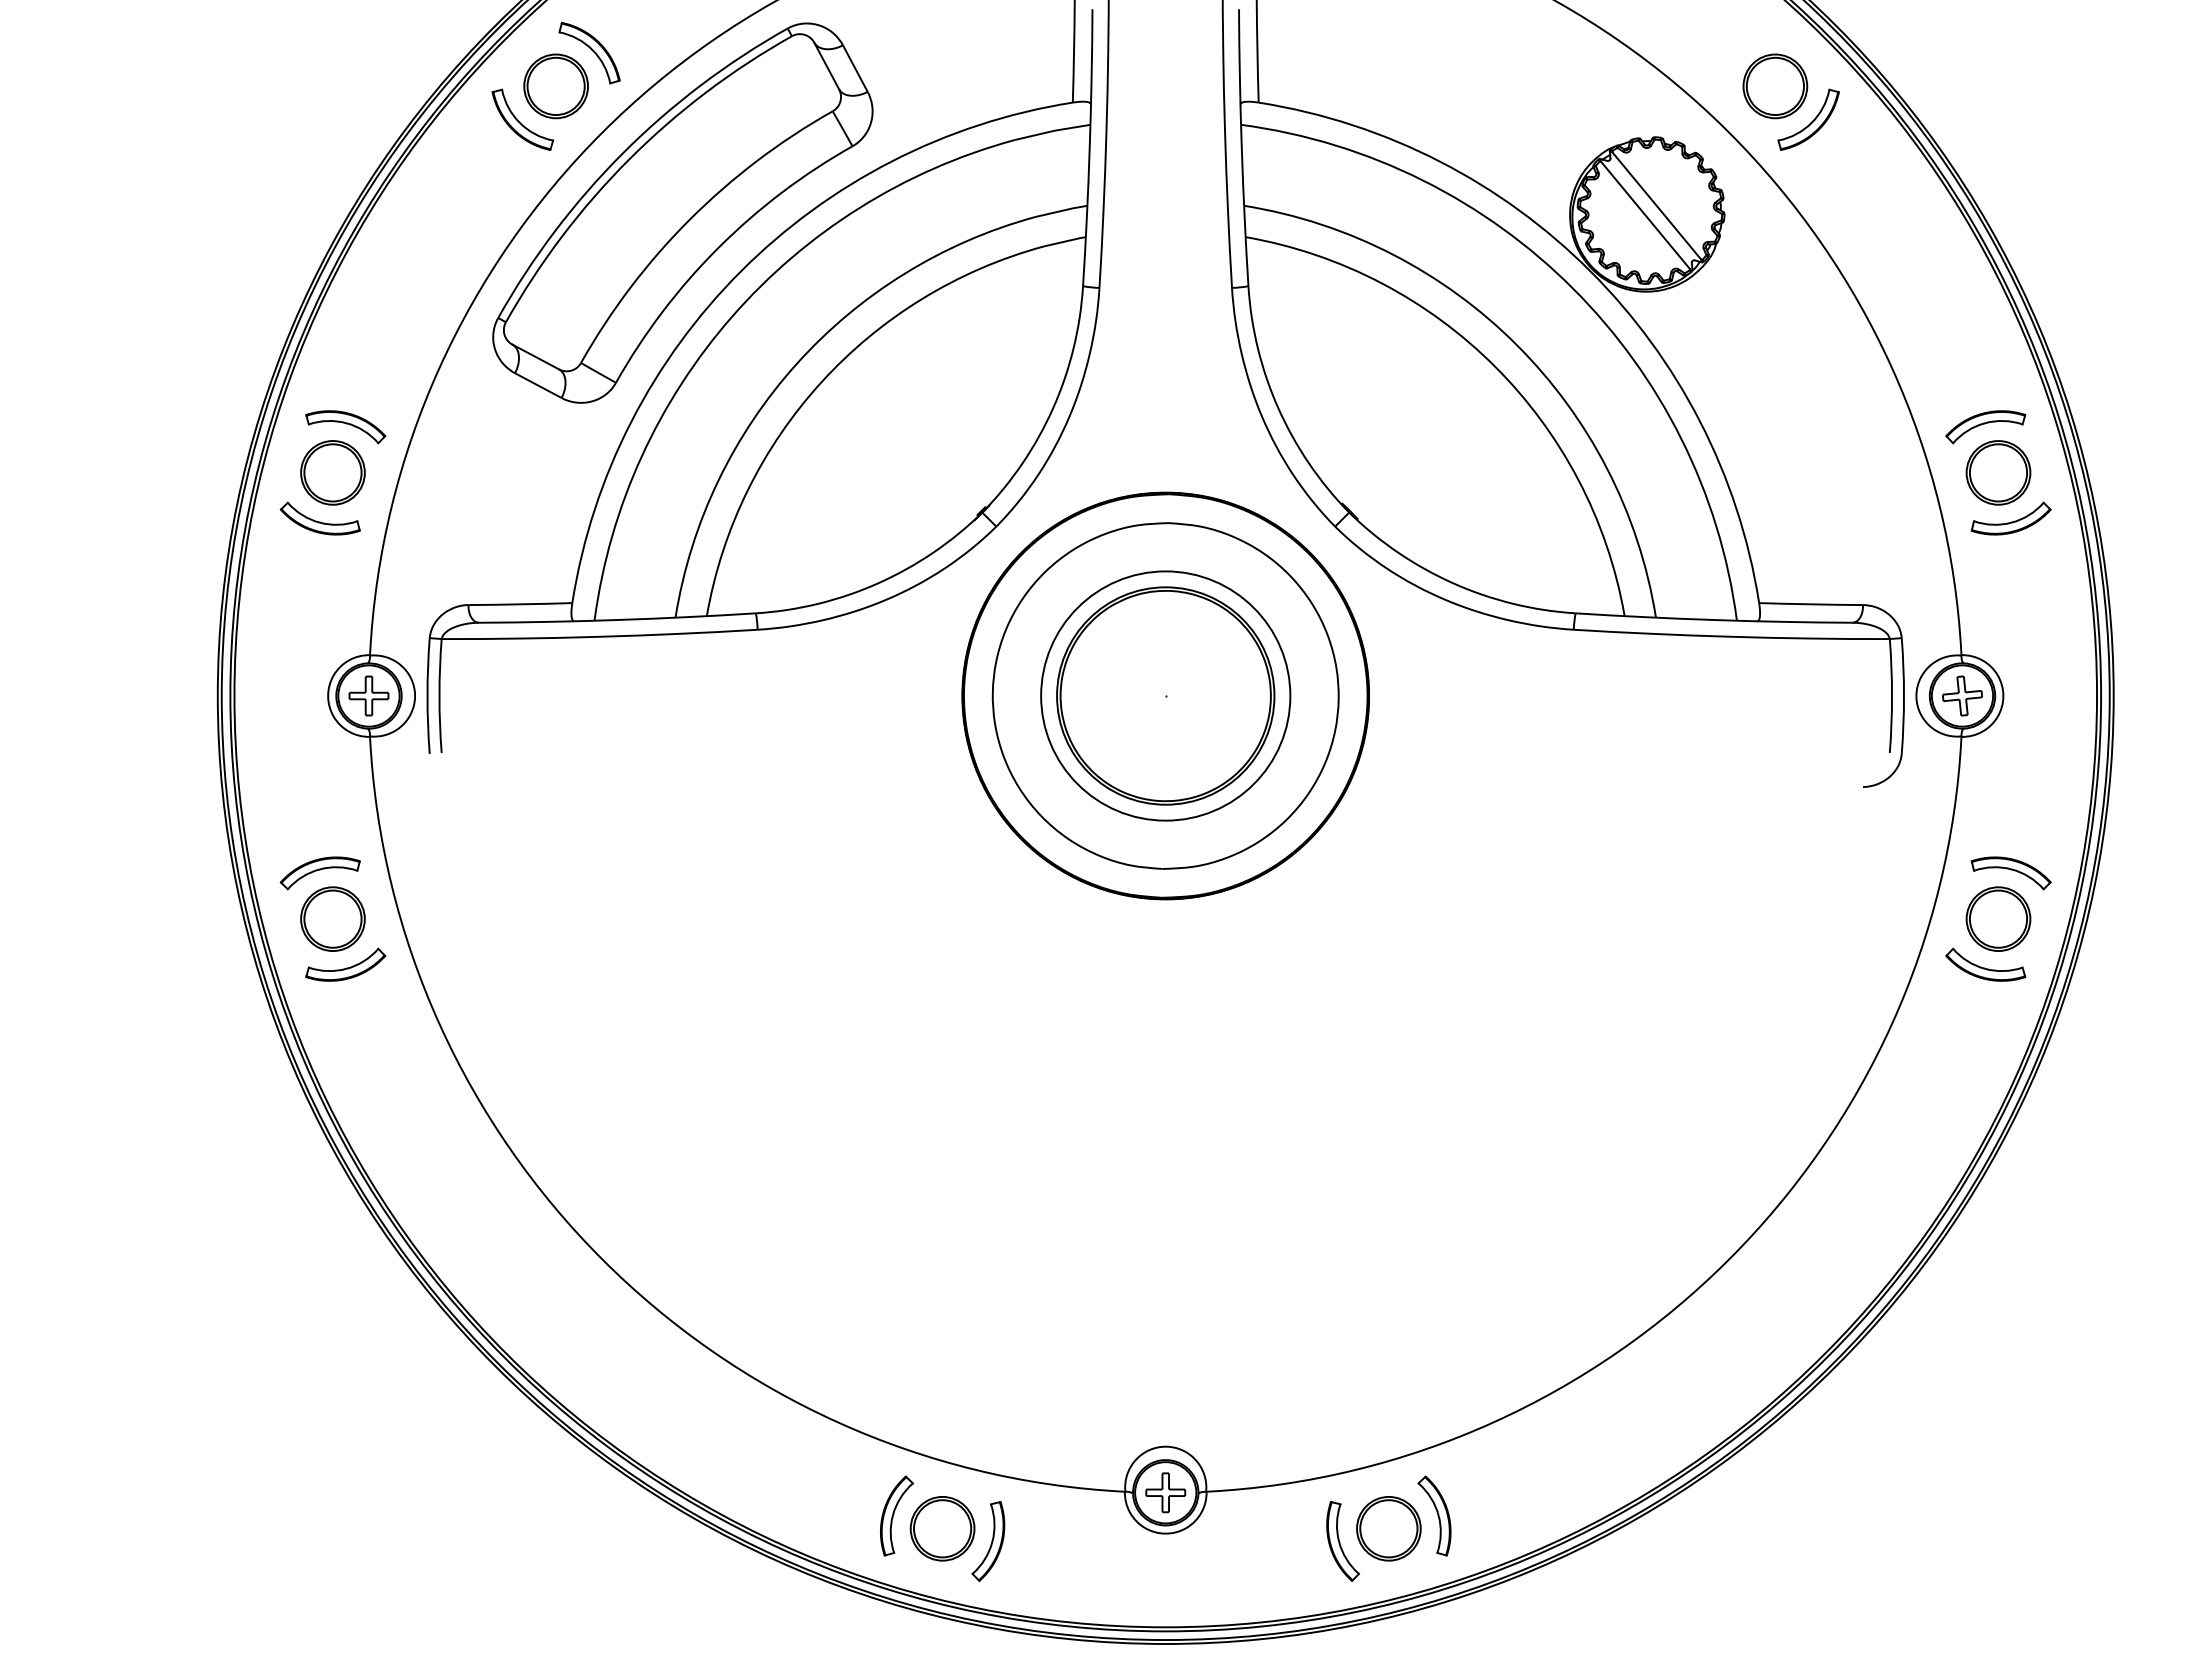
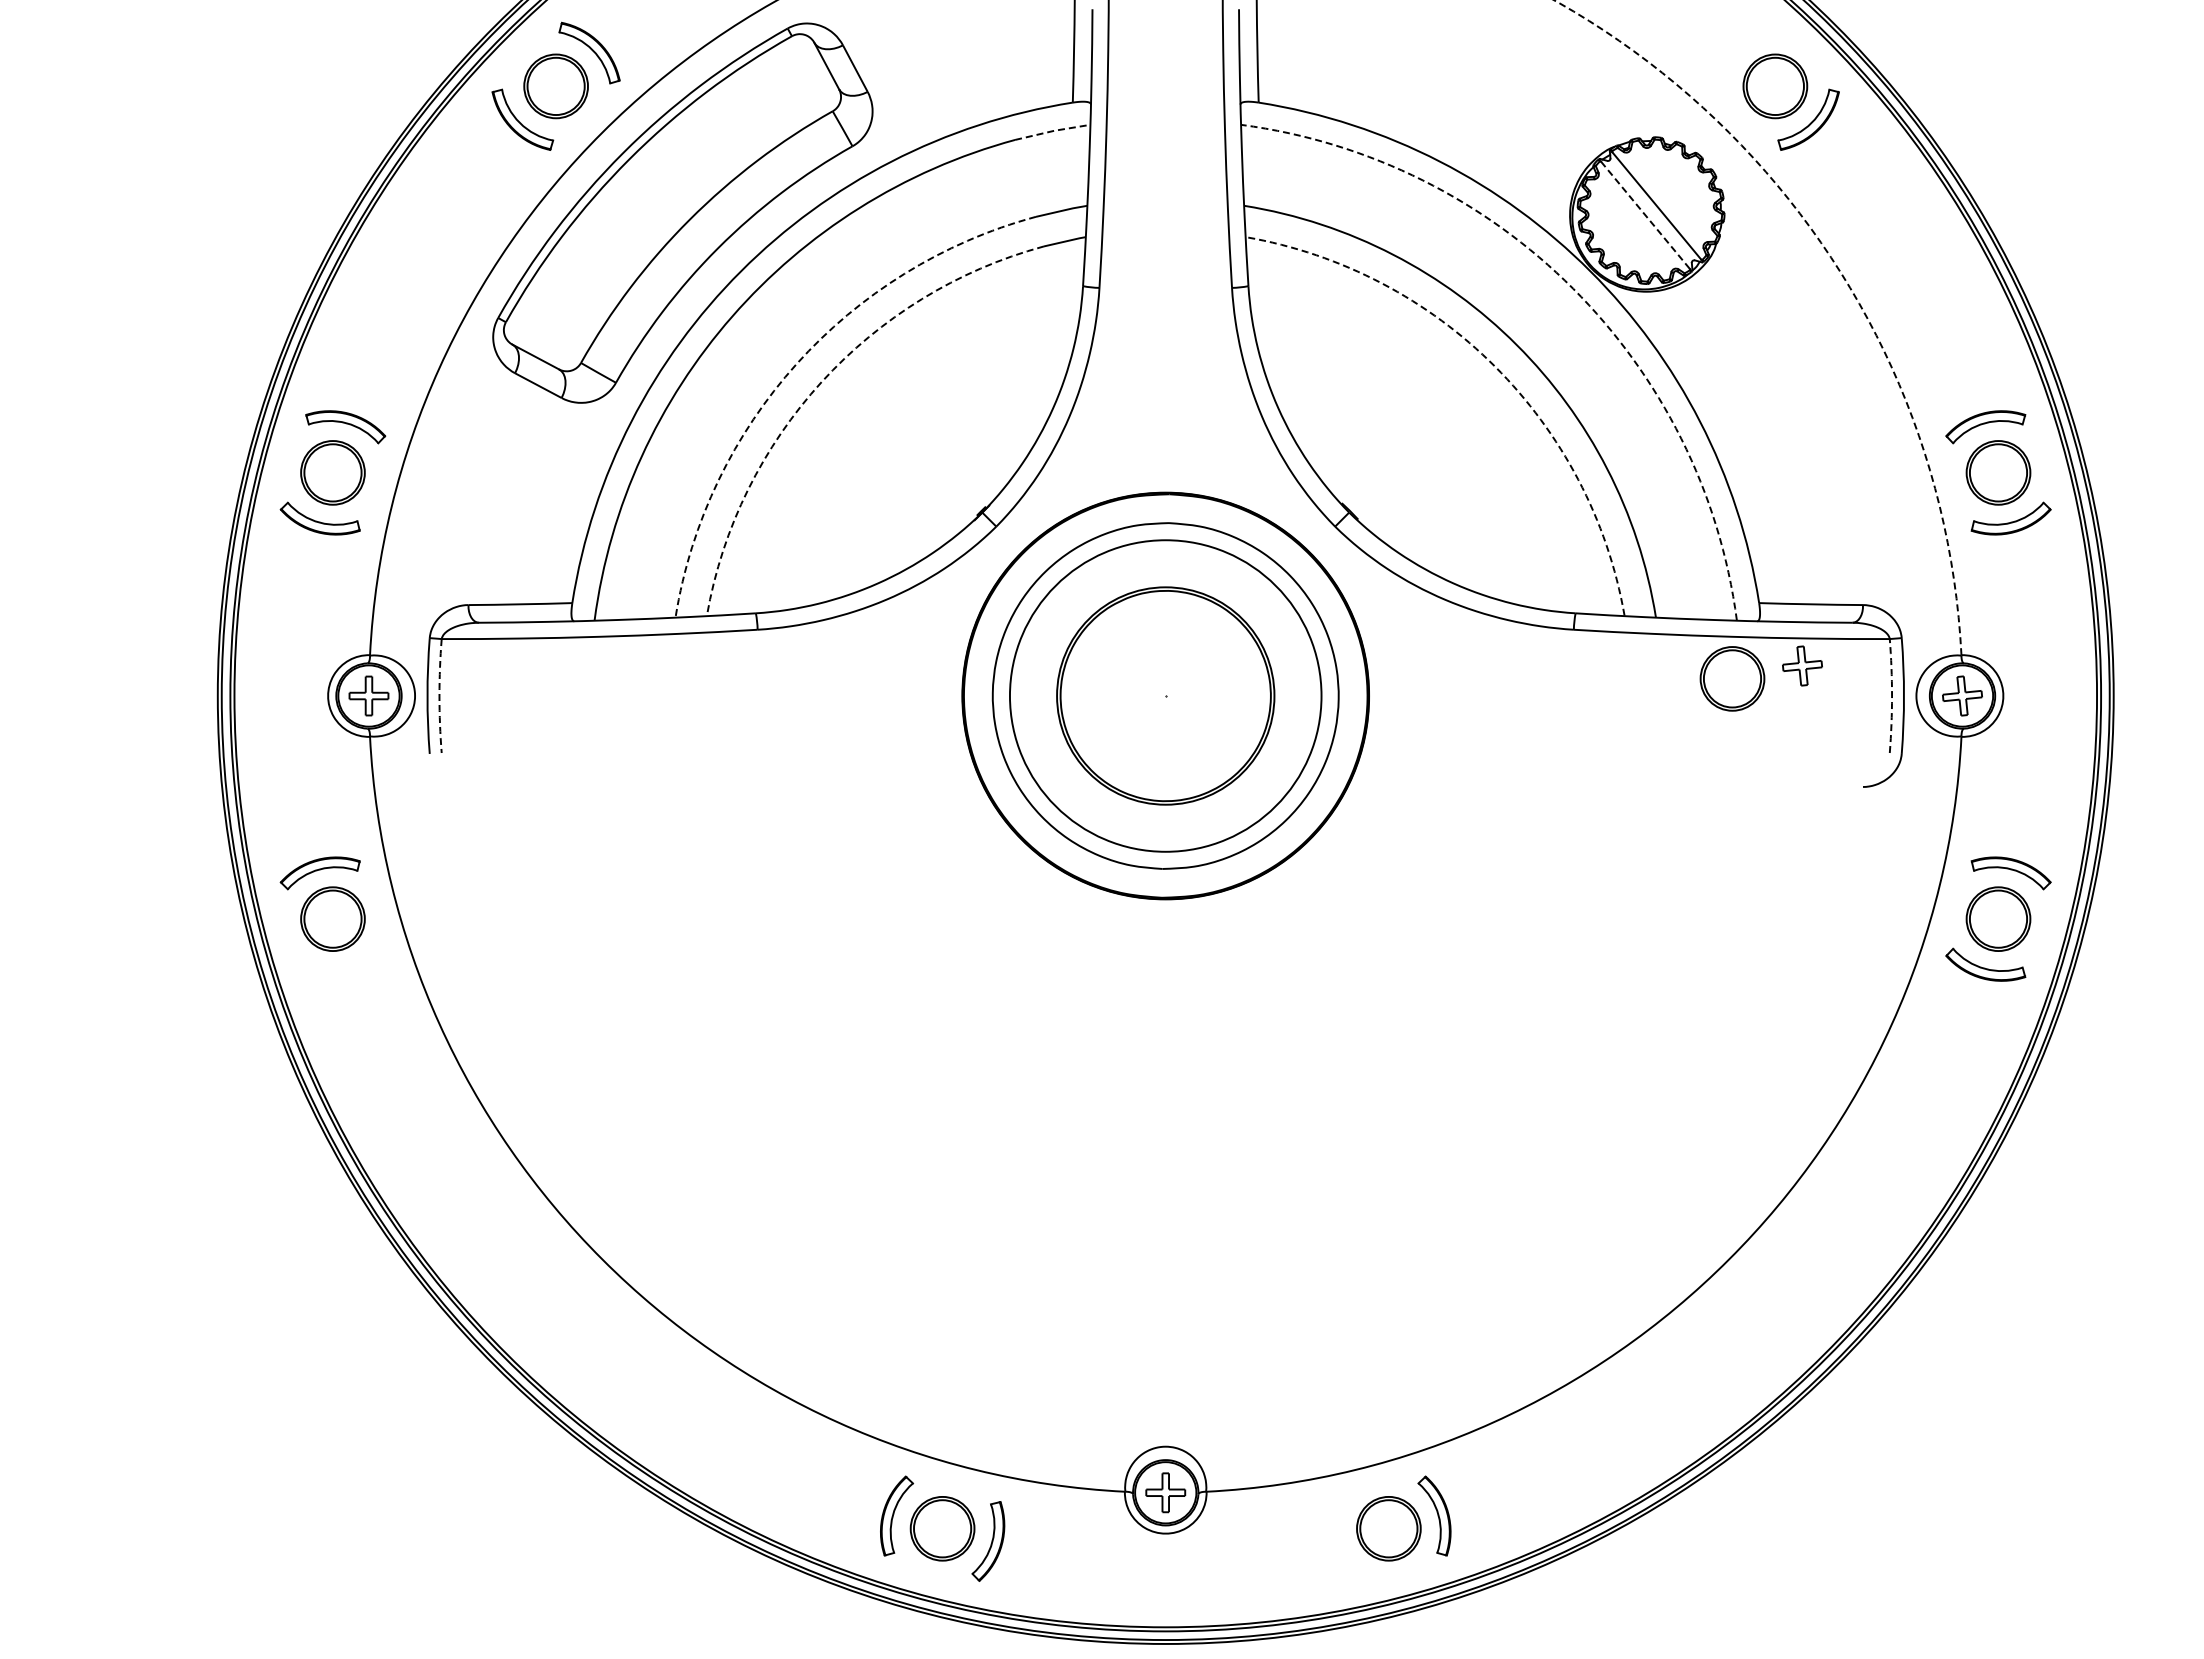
line at (1052, 131): solid -> dashed
line at (1645, 215): solid -> dashed
arc at (1842, 275): solid -> dashed
arc at (1573, 288): solid -> dashed
arc at (796, 364): solid -> dashed
arc at (1495, 366): solid -> dashed
arc at (821, 382): solid -> dashed
part at (1802, 665): none -> present
part at (1732, 678): none -> present
circle at (1165, 695) diameter: 249 px -> 312 px
arc at (439, 696): solid -> dashed
arc at (1892, 696): solid -> dashed
part at (345, 964): present -> none
part at (1342, 1541): present -> none
